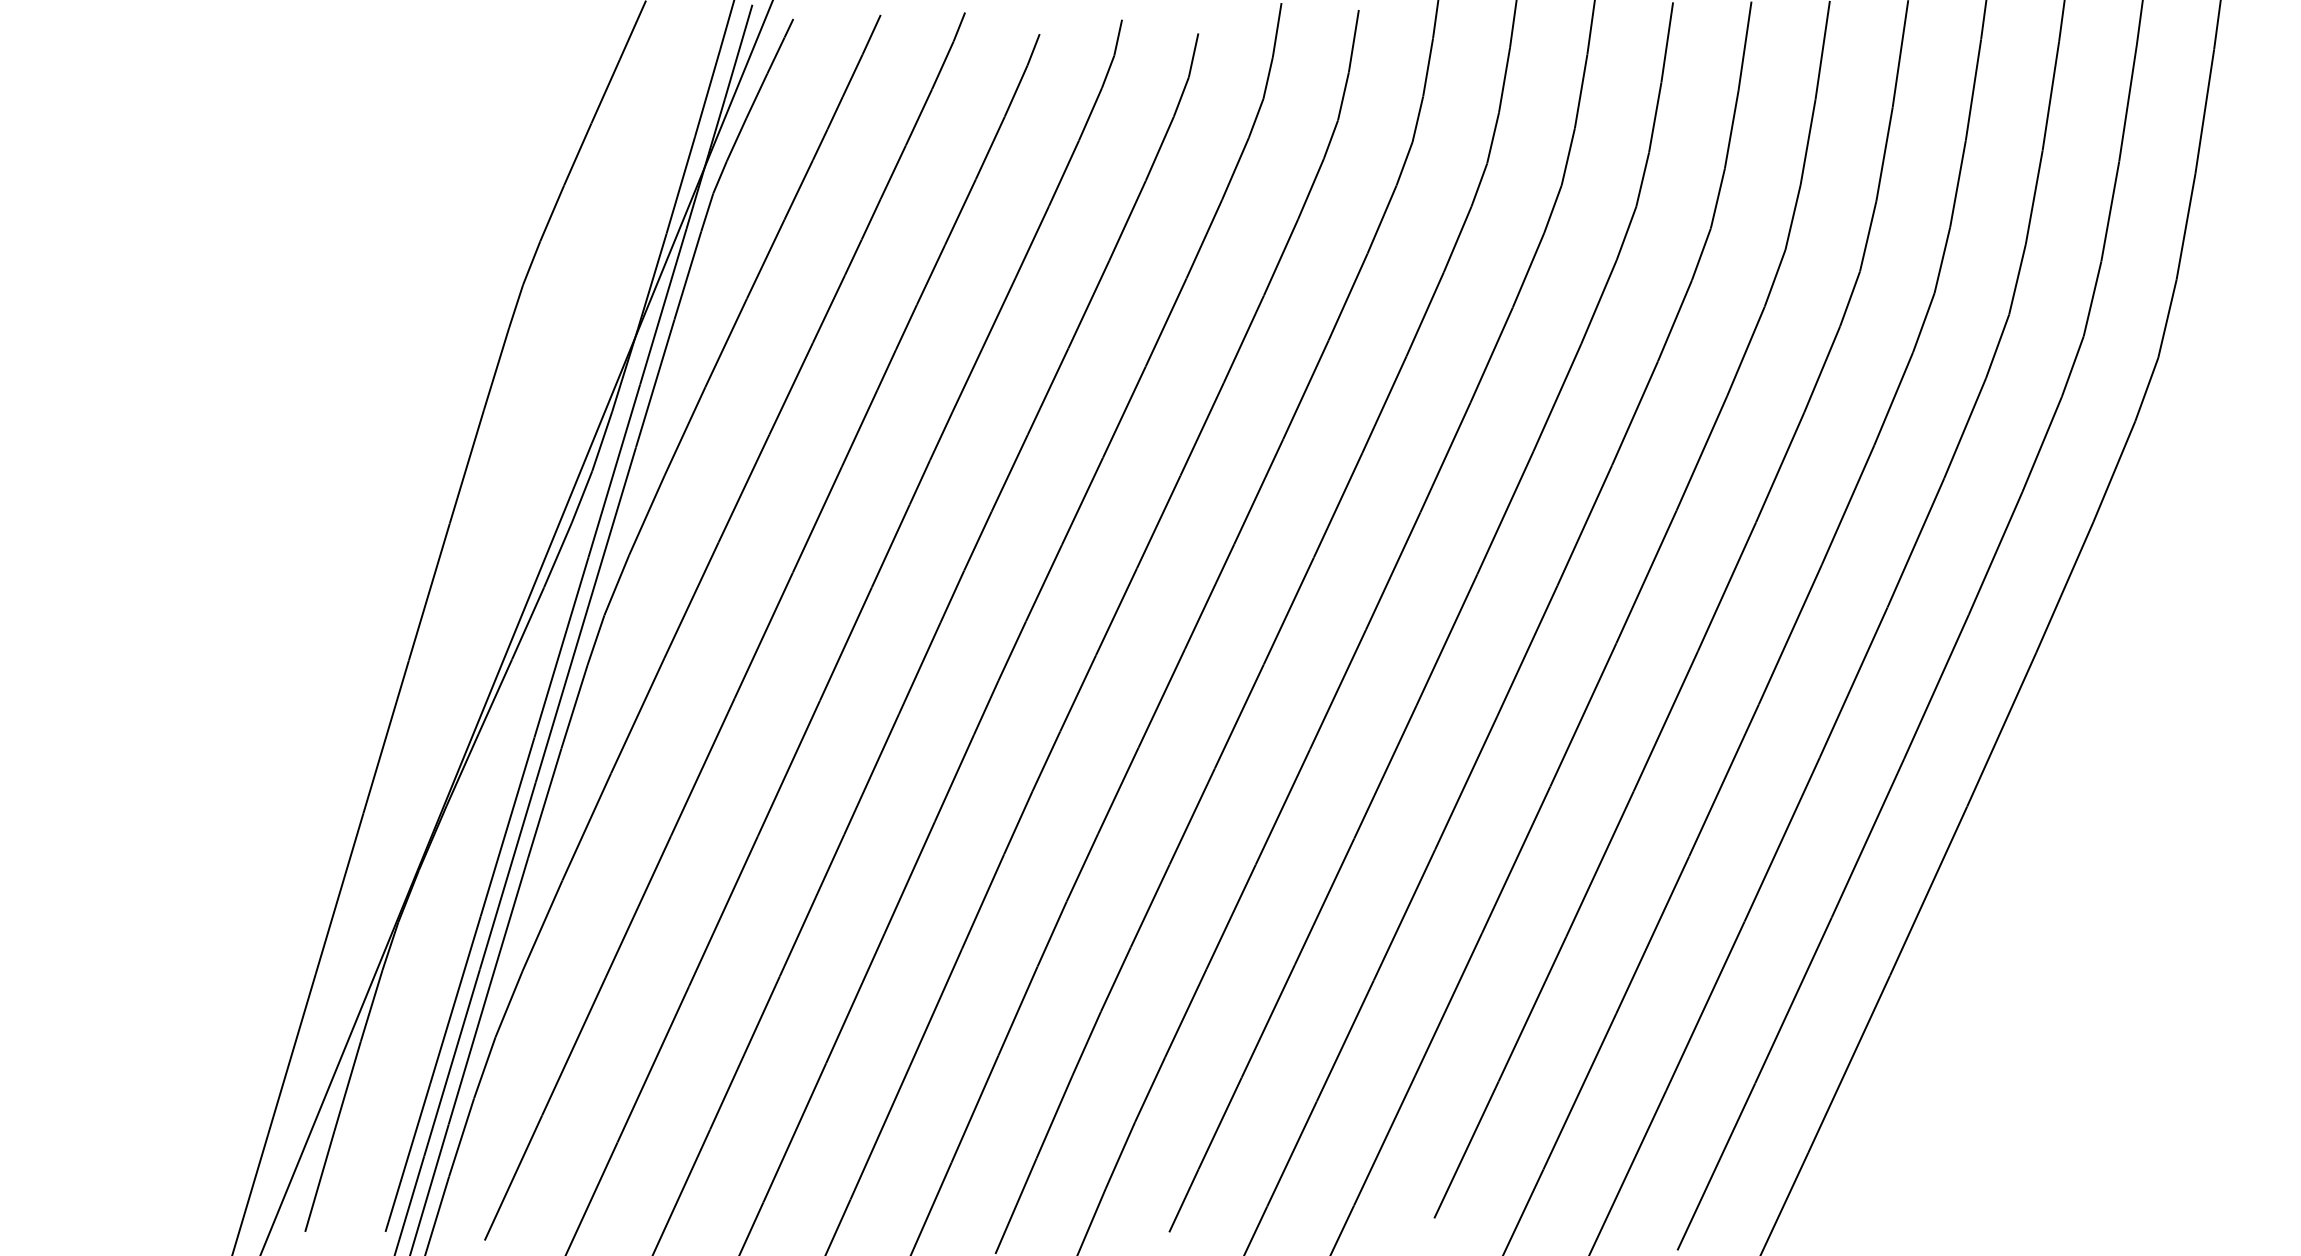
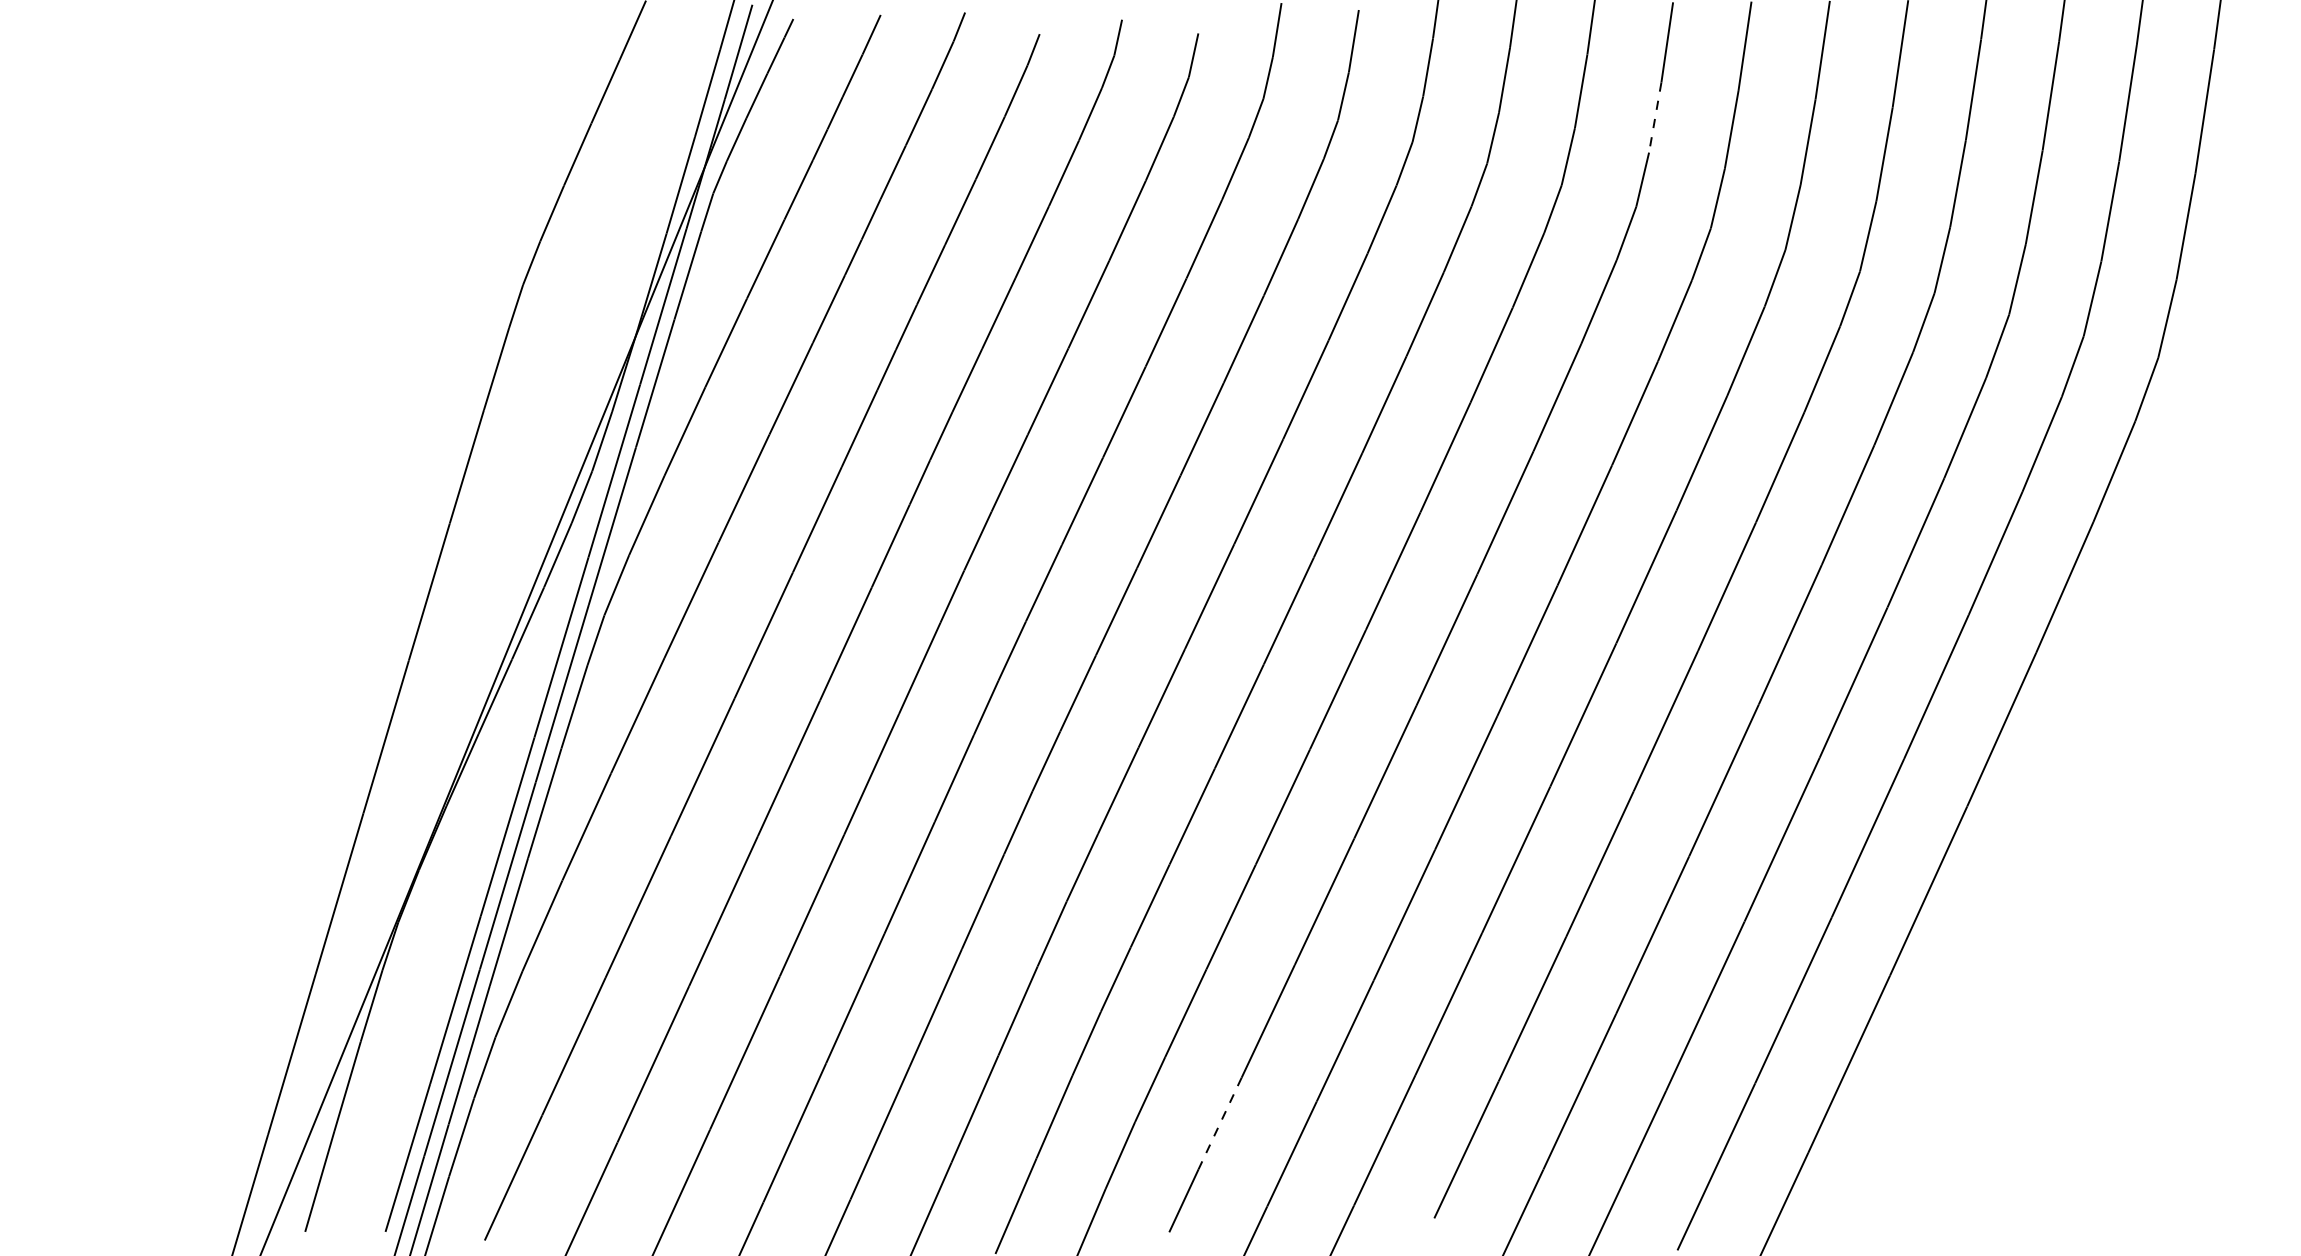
line at (1655, 117): solid -> dashed
line at (1220, 1123): solid -> dashed
